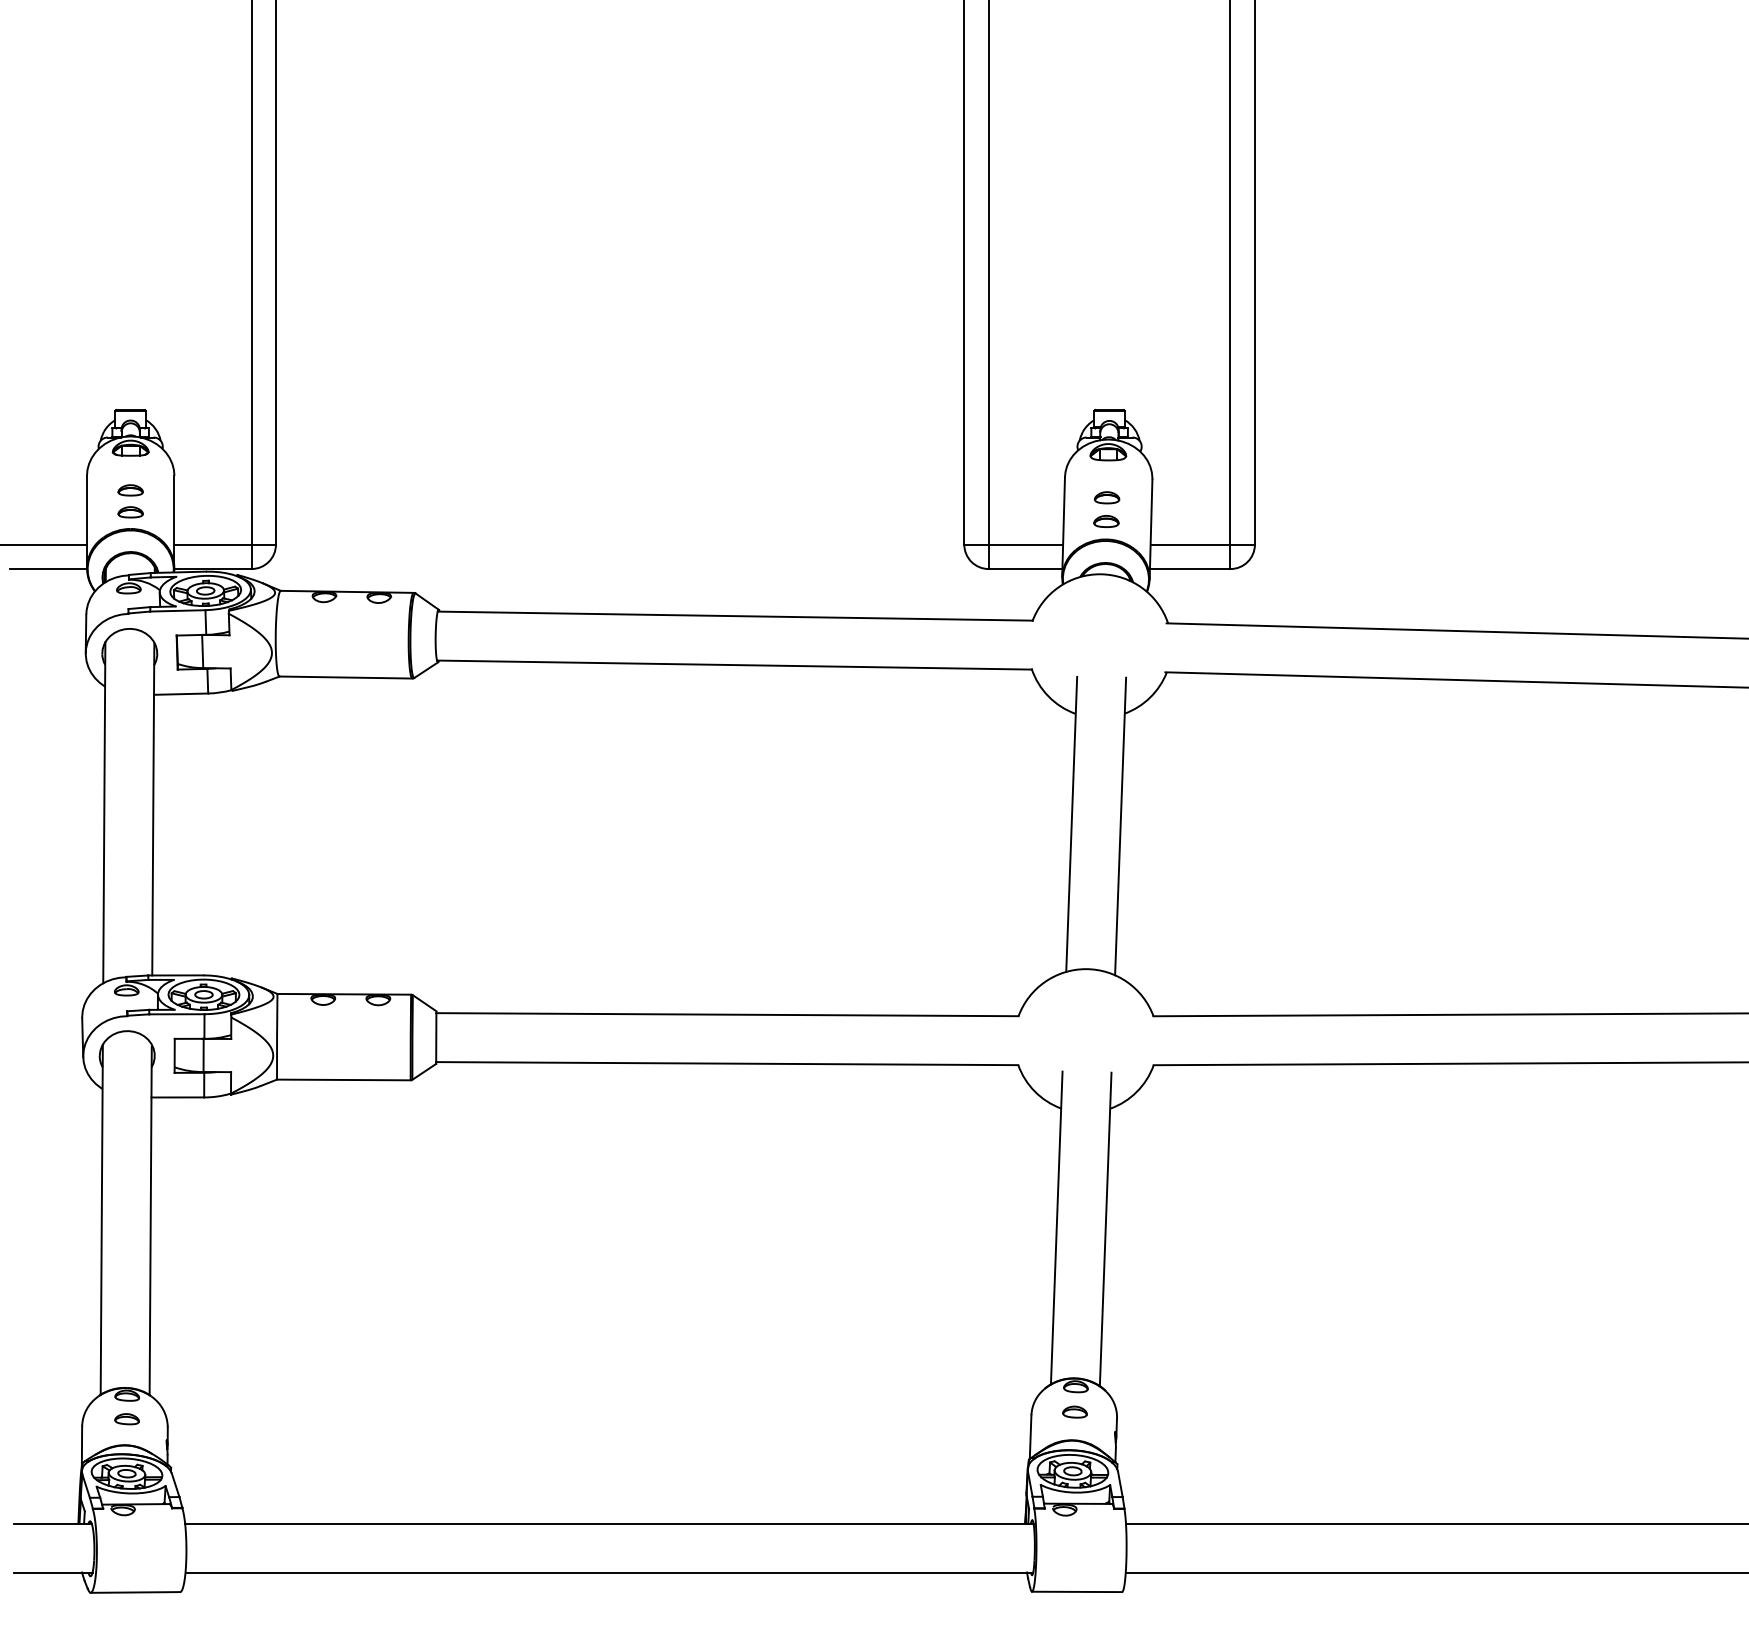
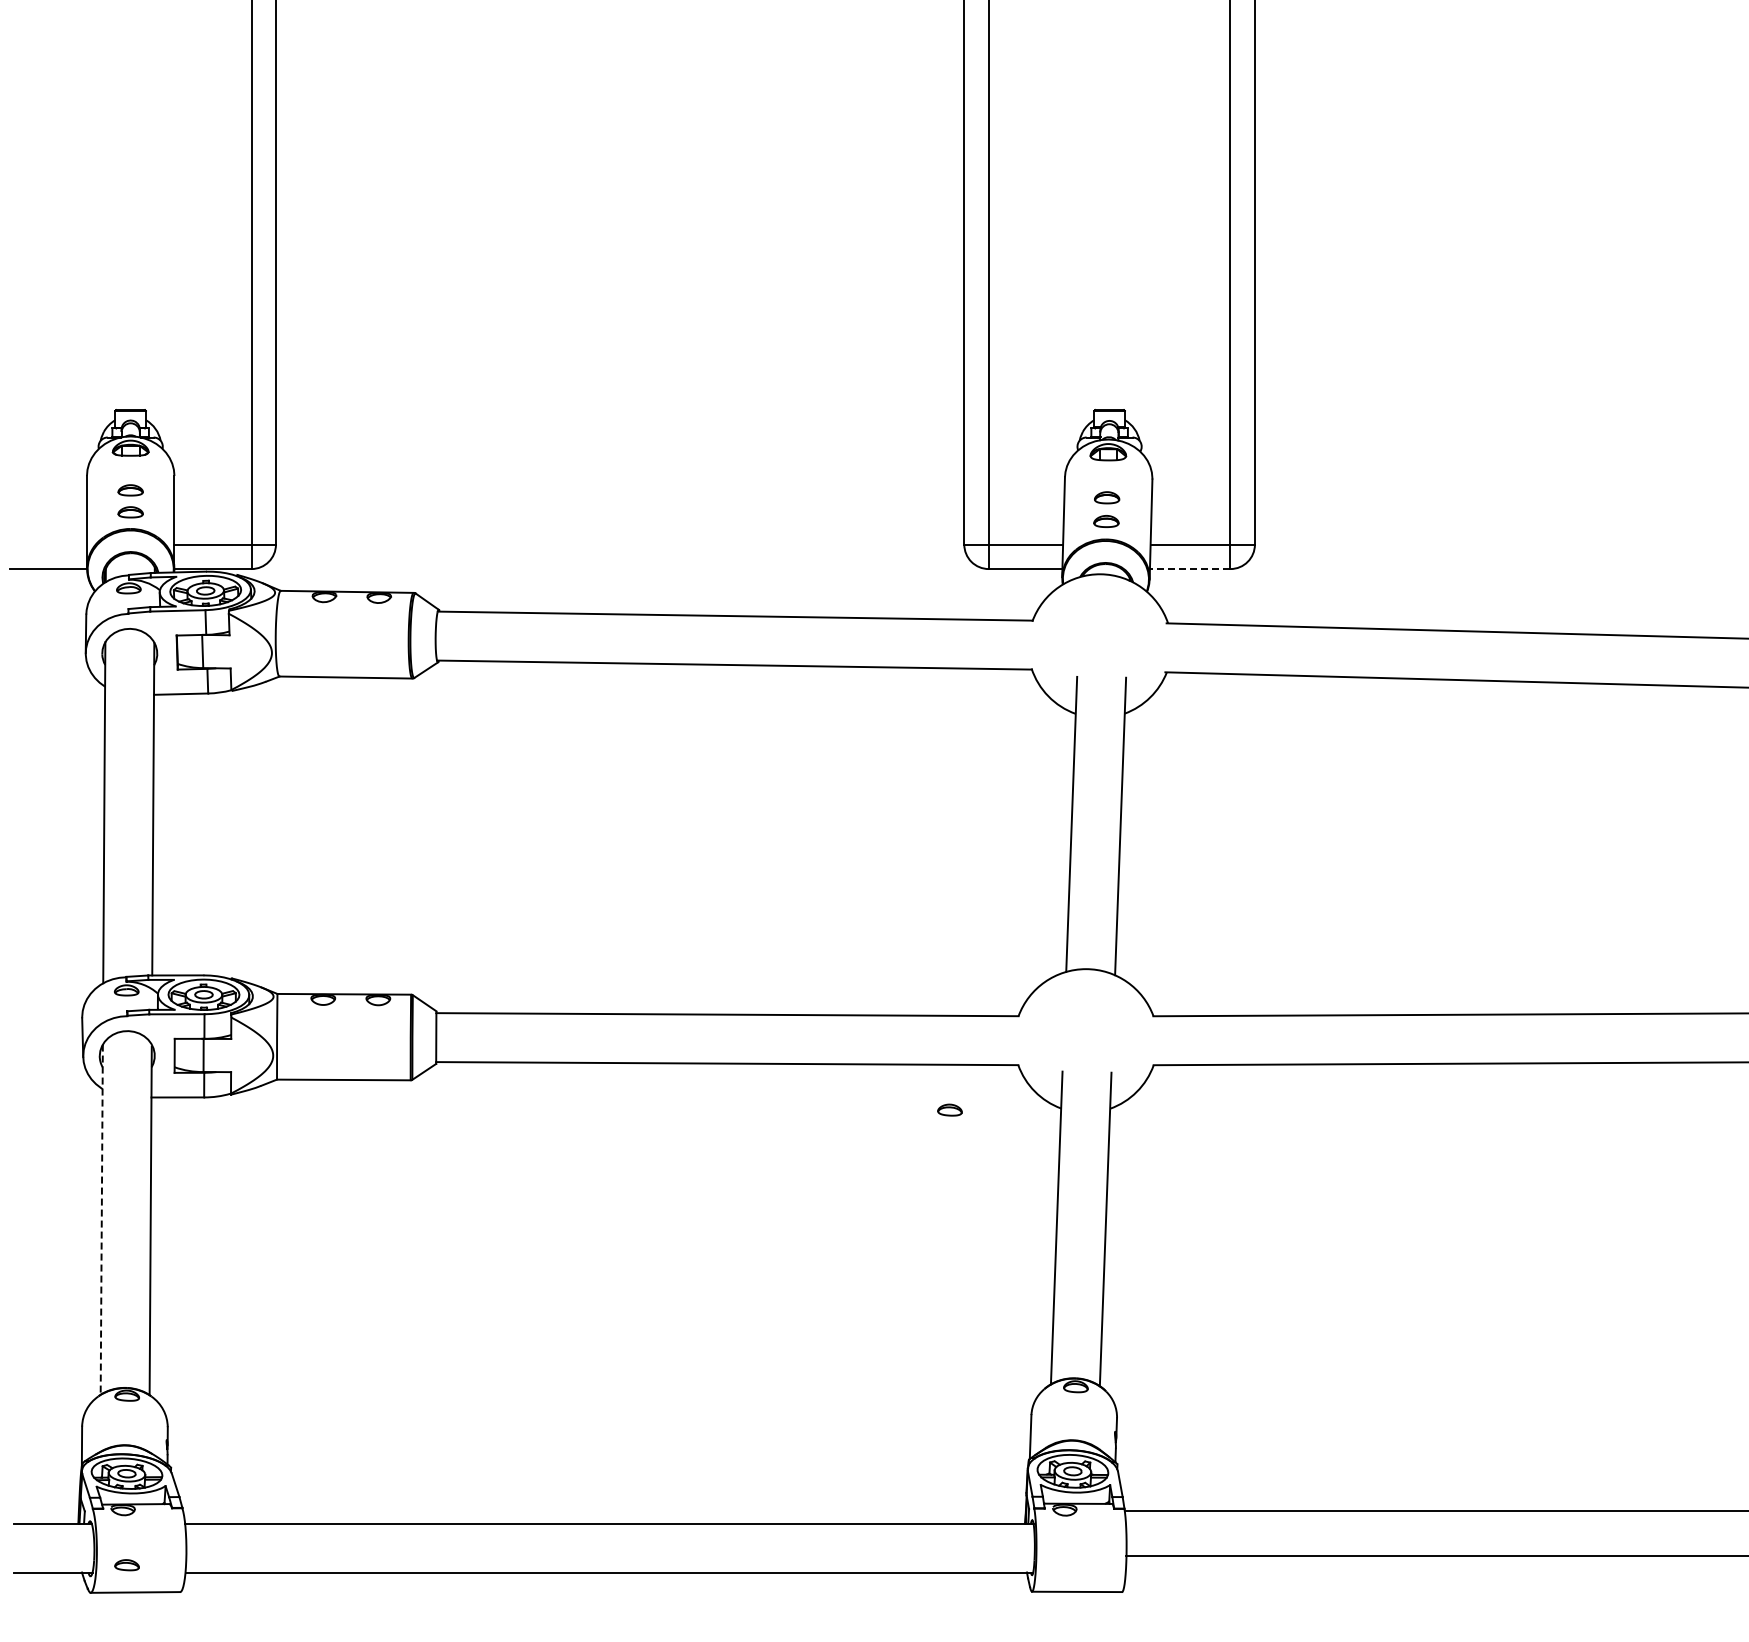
line at (44, 544): present -> none
line at (1189, 569): solid -> dashed
line at (101, 1220): solid -> dashed
part at (1074, 1411) position: (1074, 1411) -> (949, 1109)
part at (126, 1419) position: (126, 1419) -> (126, 1565)
line at (1435, 1523) position: (1435, 1523) -> (1435, 1510)
line at (1435, 1572) position: (1435, 1572) -> (1435, 1555)
